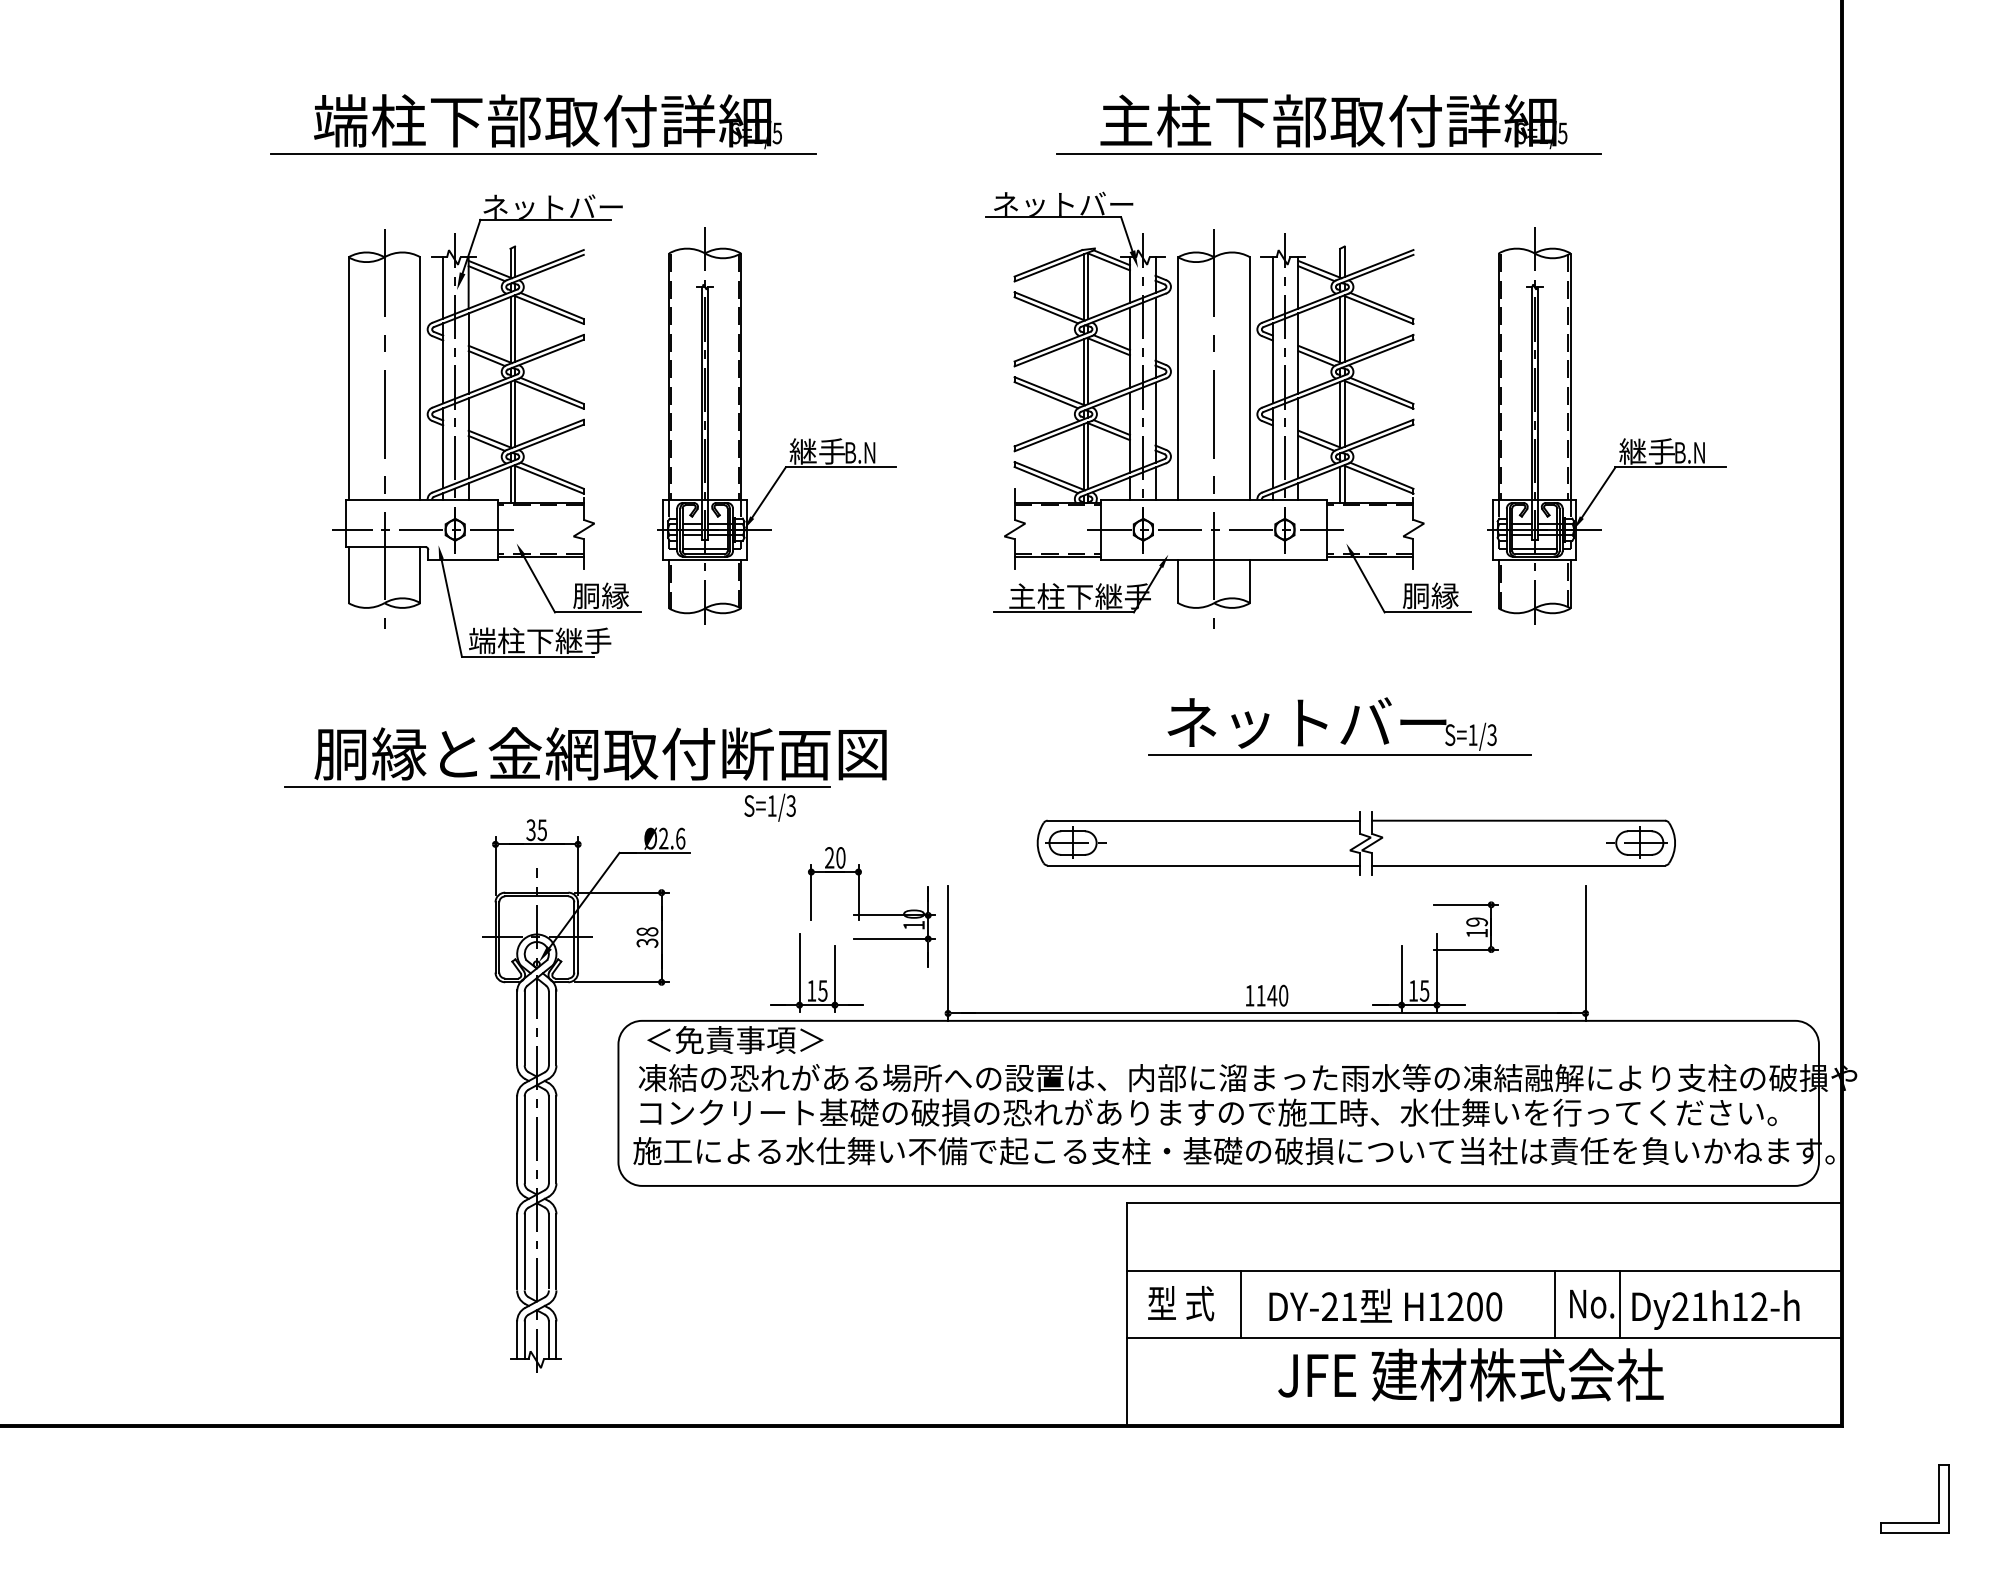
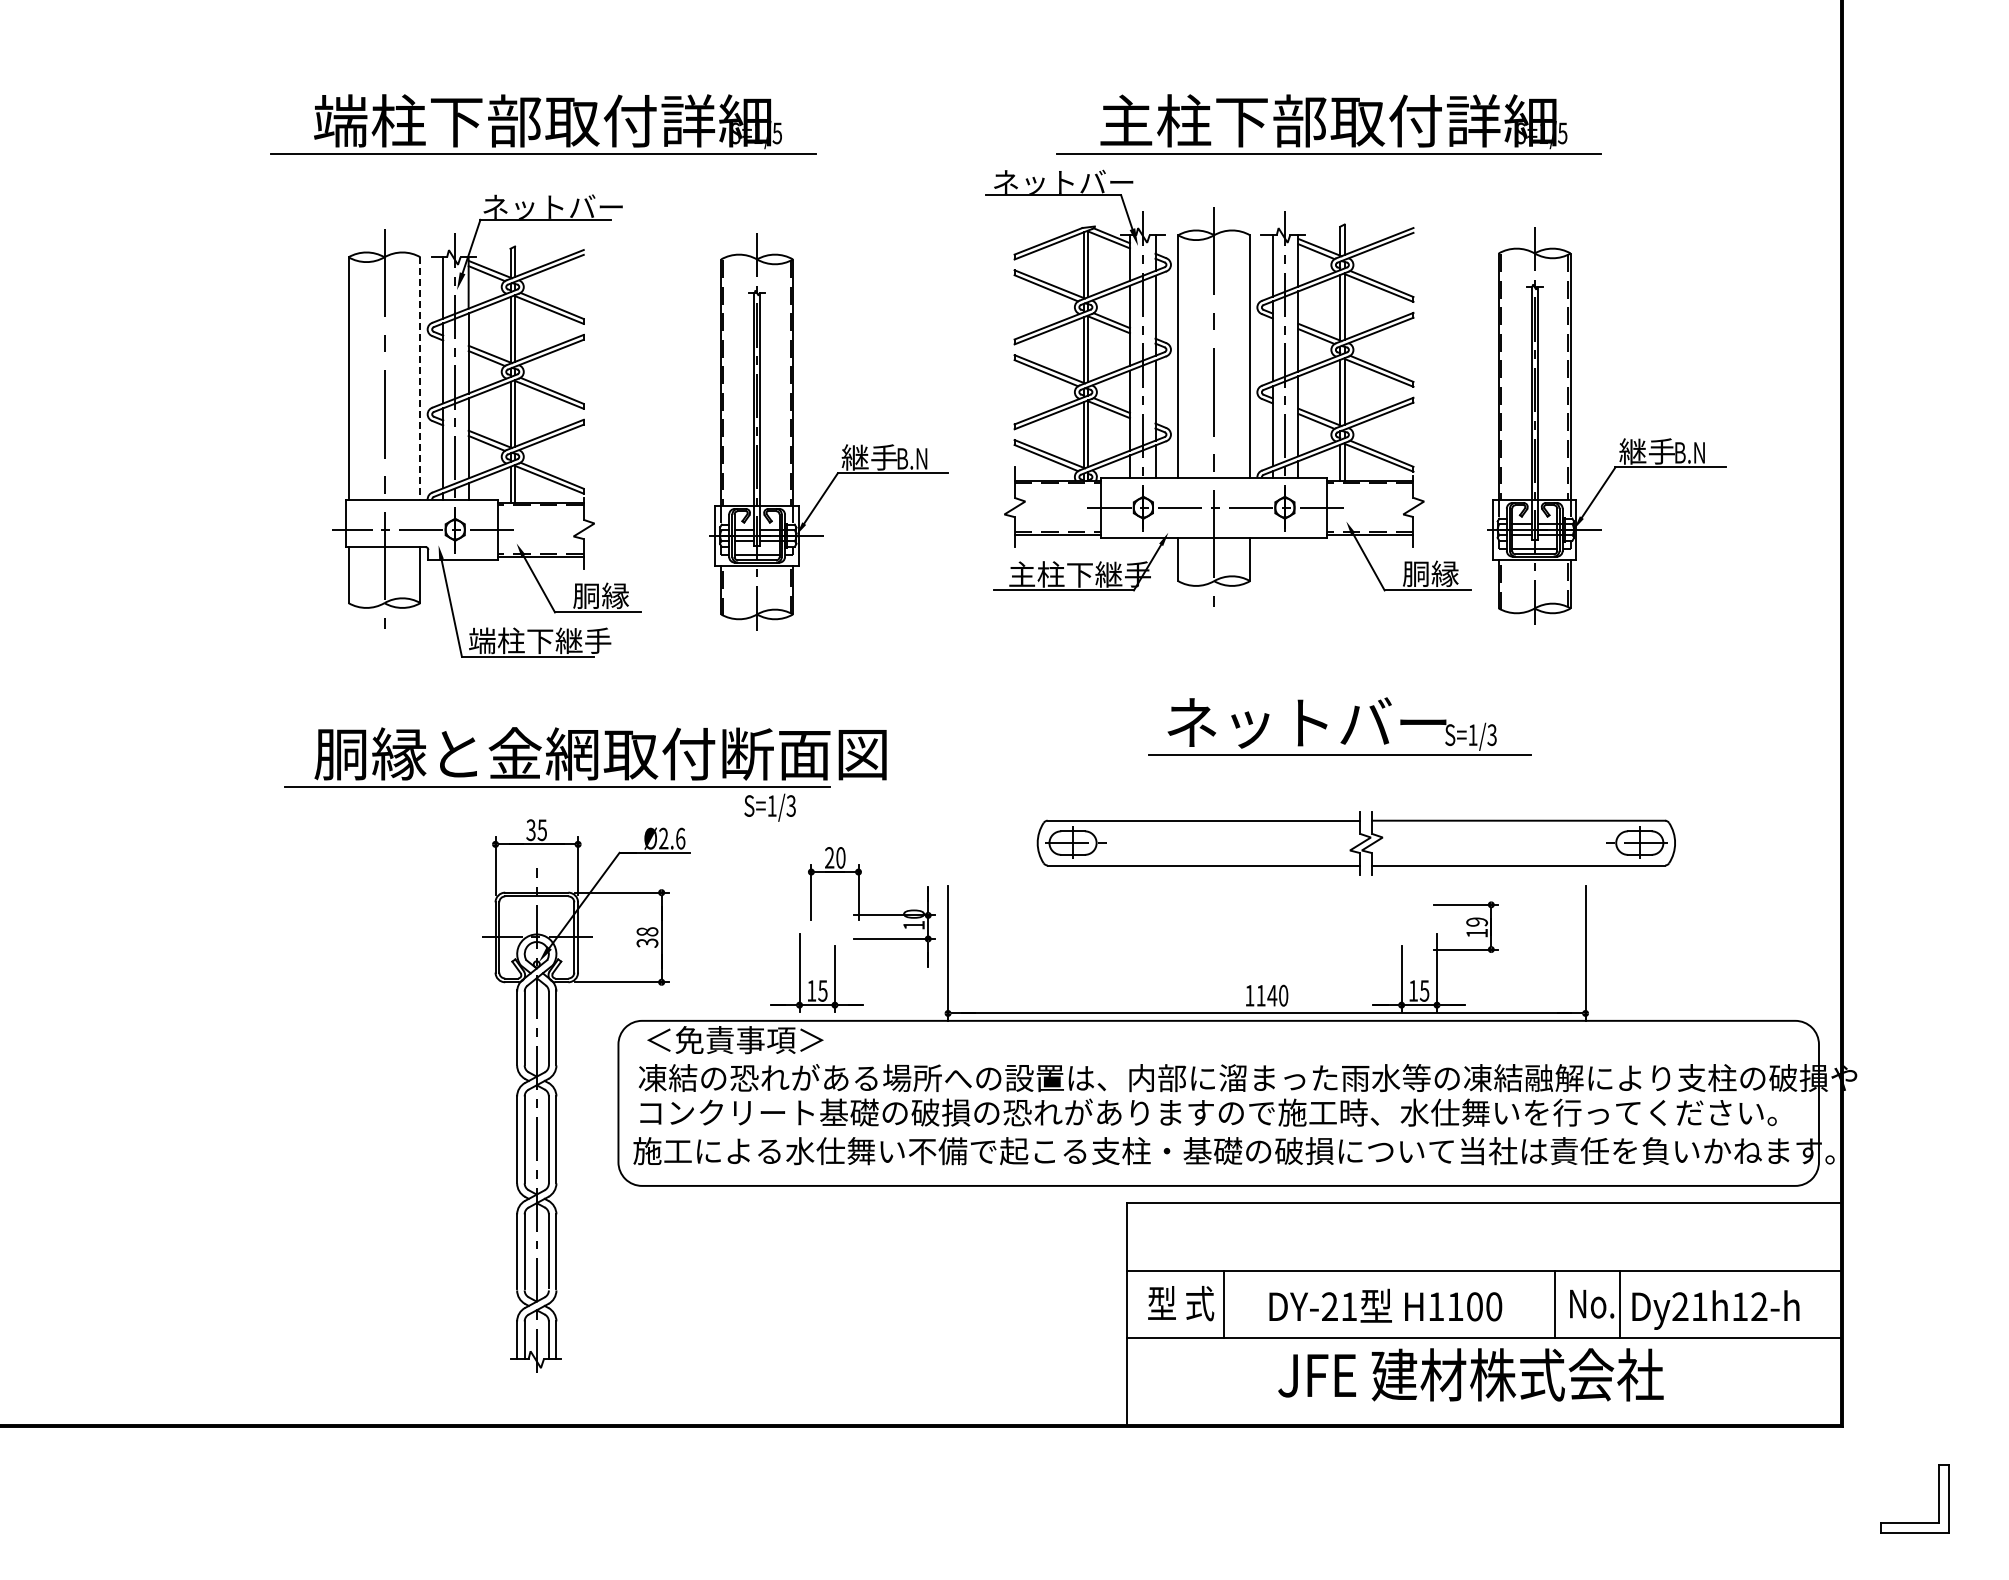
line at (420, 379): solid -> dashed
part at (1228, 409) position: (1228, 409) -> (1228, 387)
part at (794, 438) position: (794, 438) -> (846, 444)
line at (1240, 1304) position: (1240, 1304) -> (1223, 1304)
text at (1455, 1306): H1200 -> H1100
